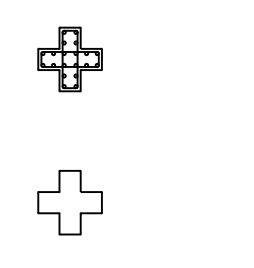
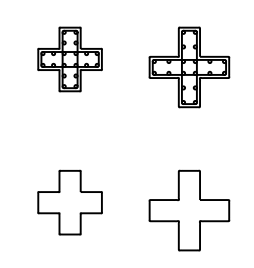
part at (189, 67): none -> present
part at (189, 210): none -> present
